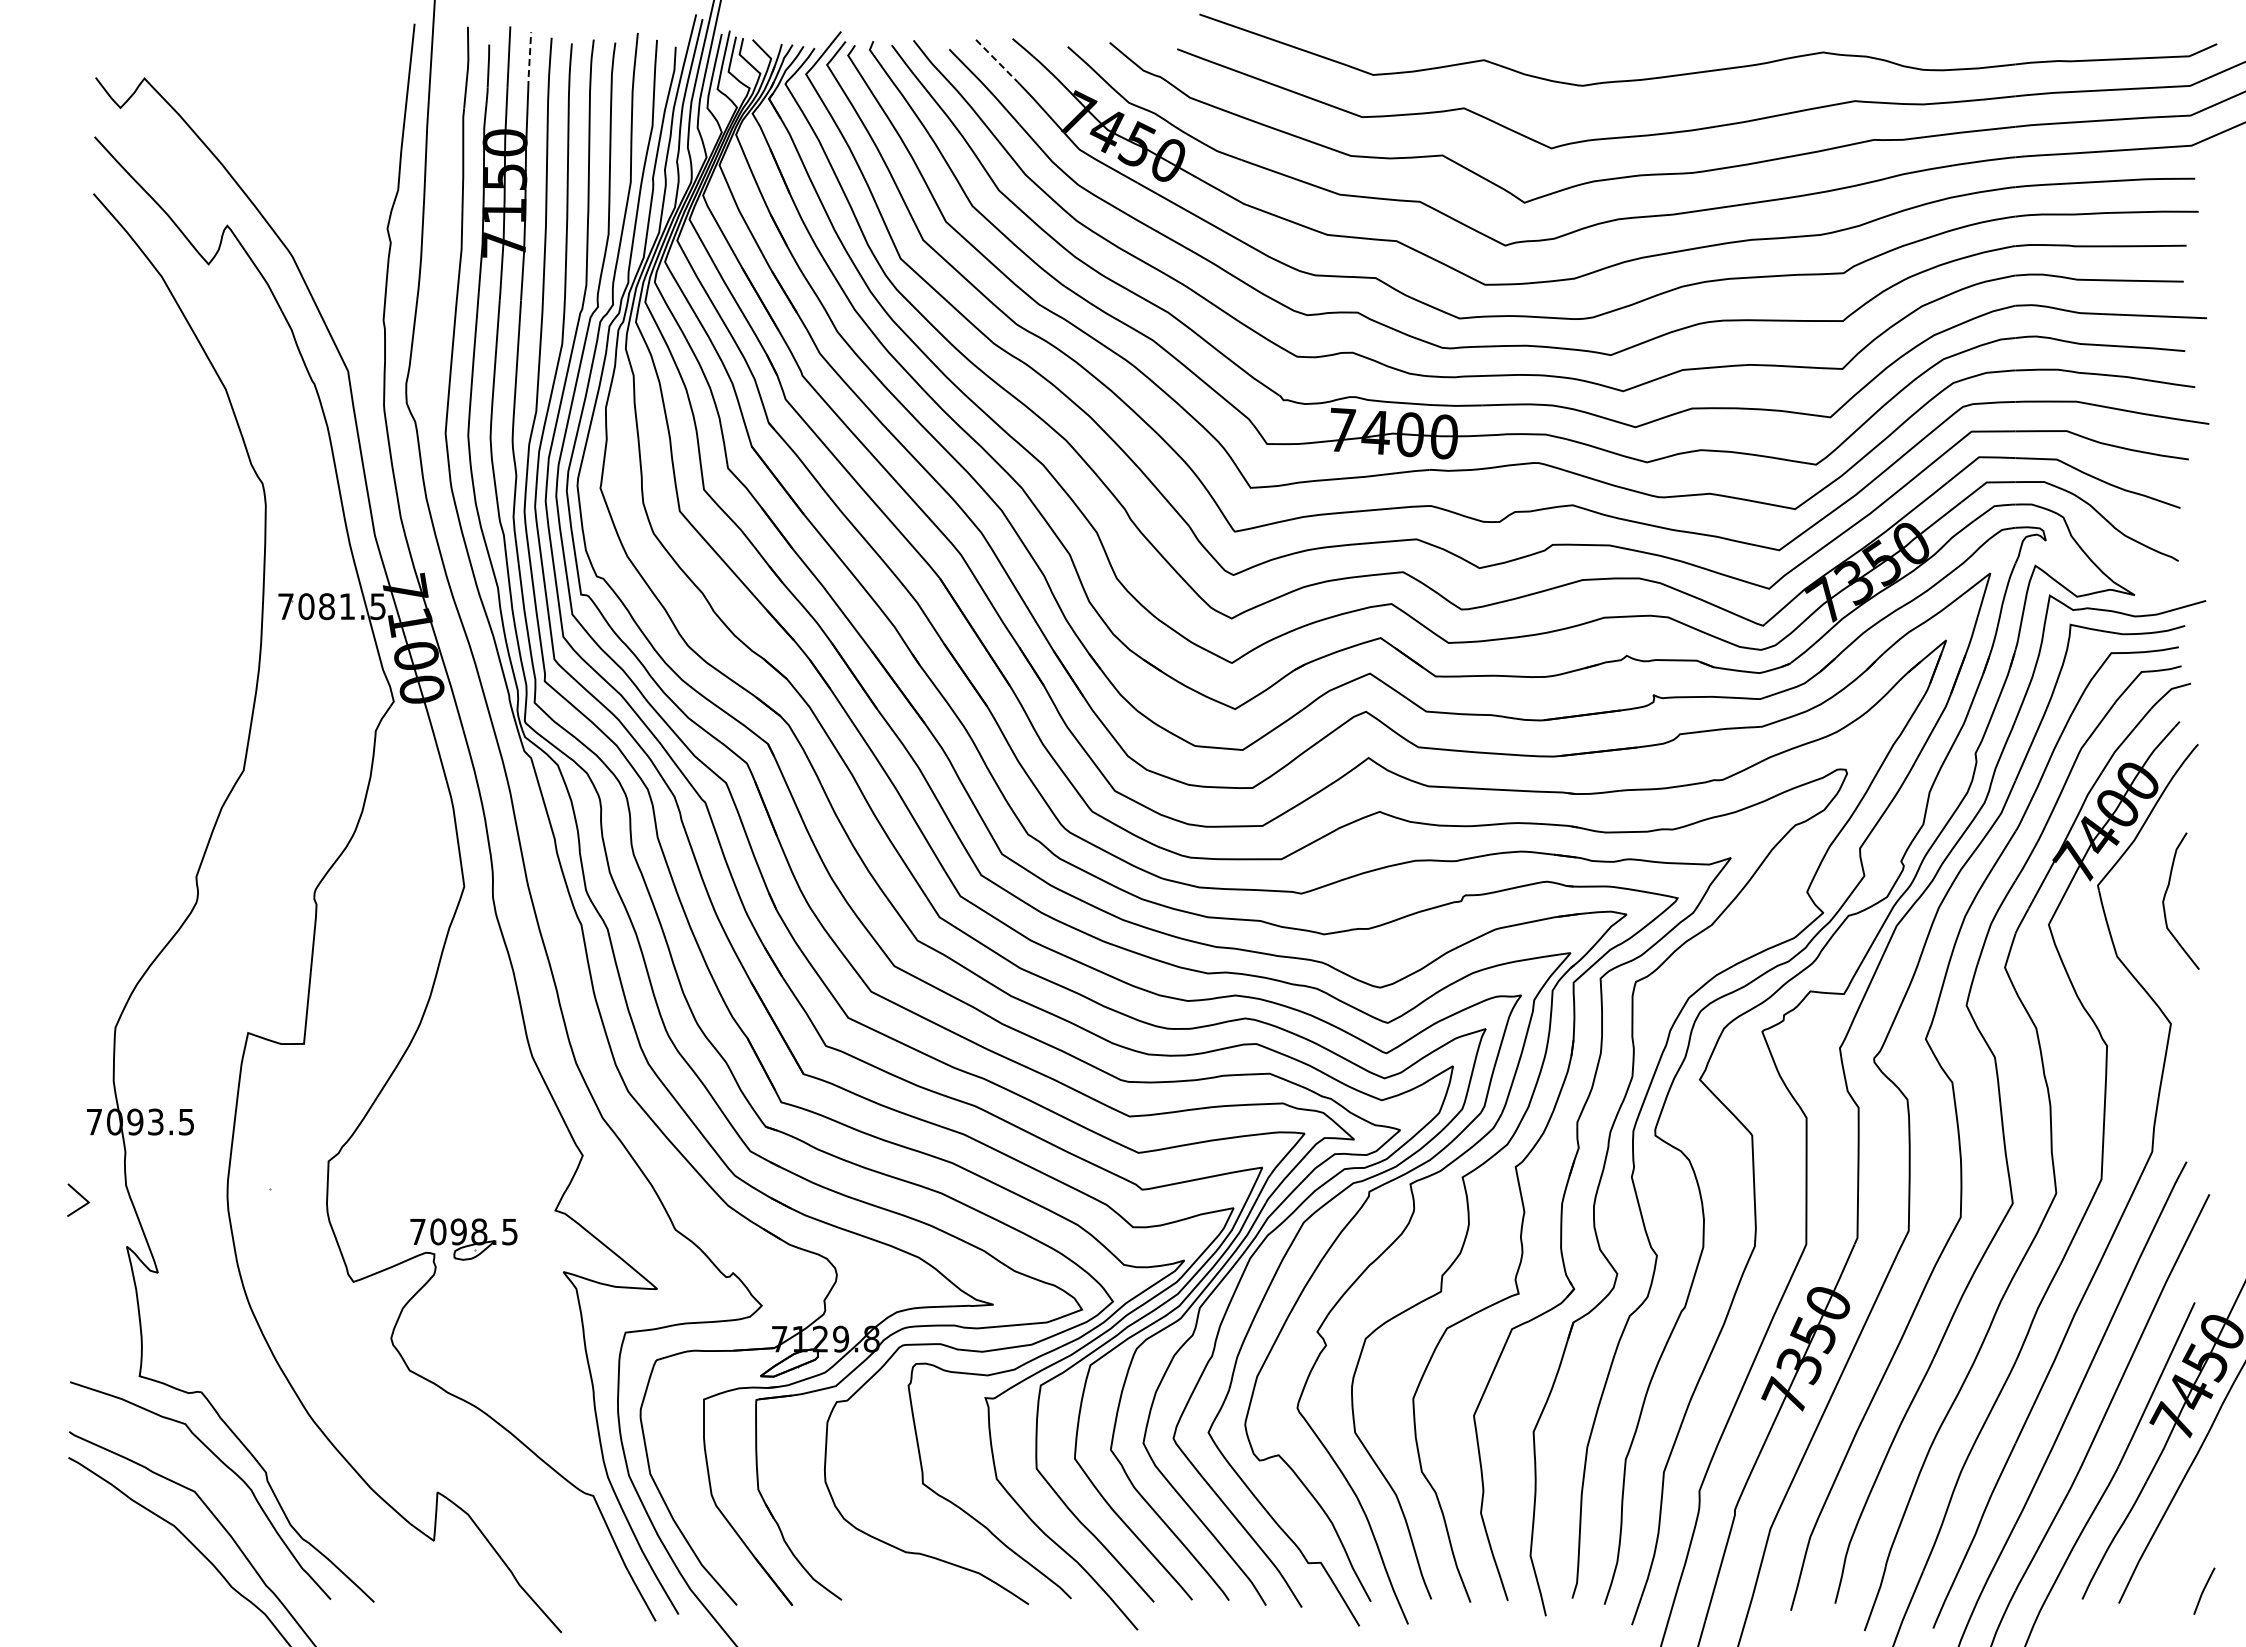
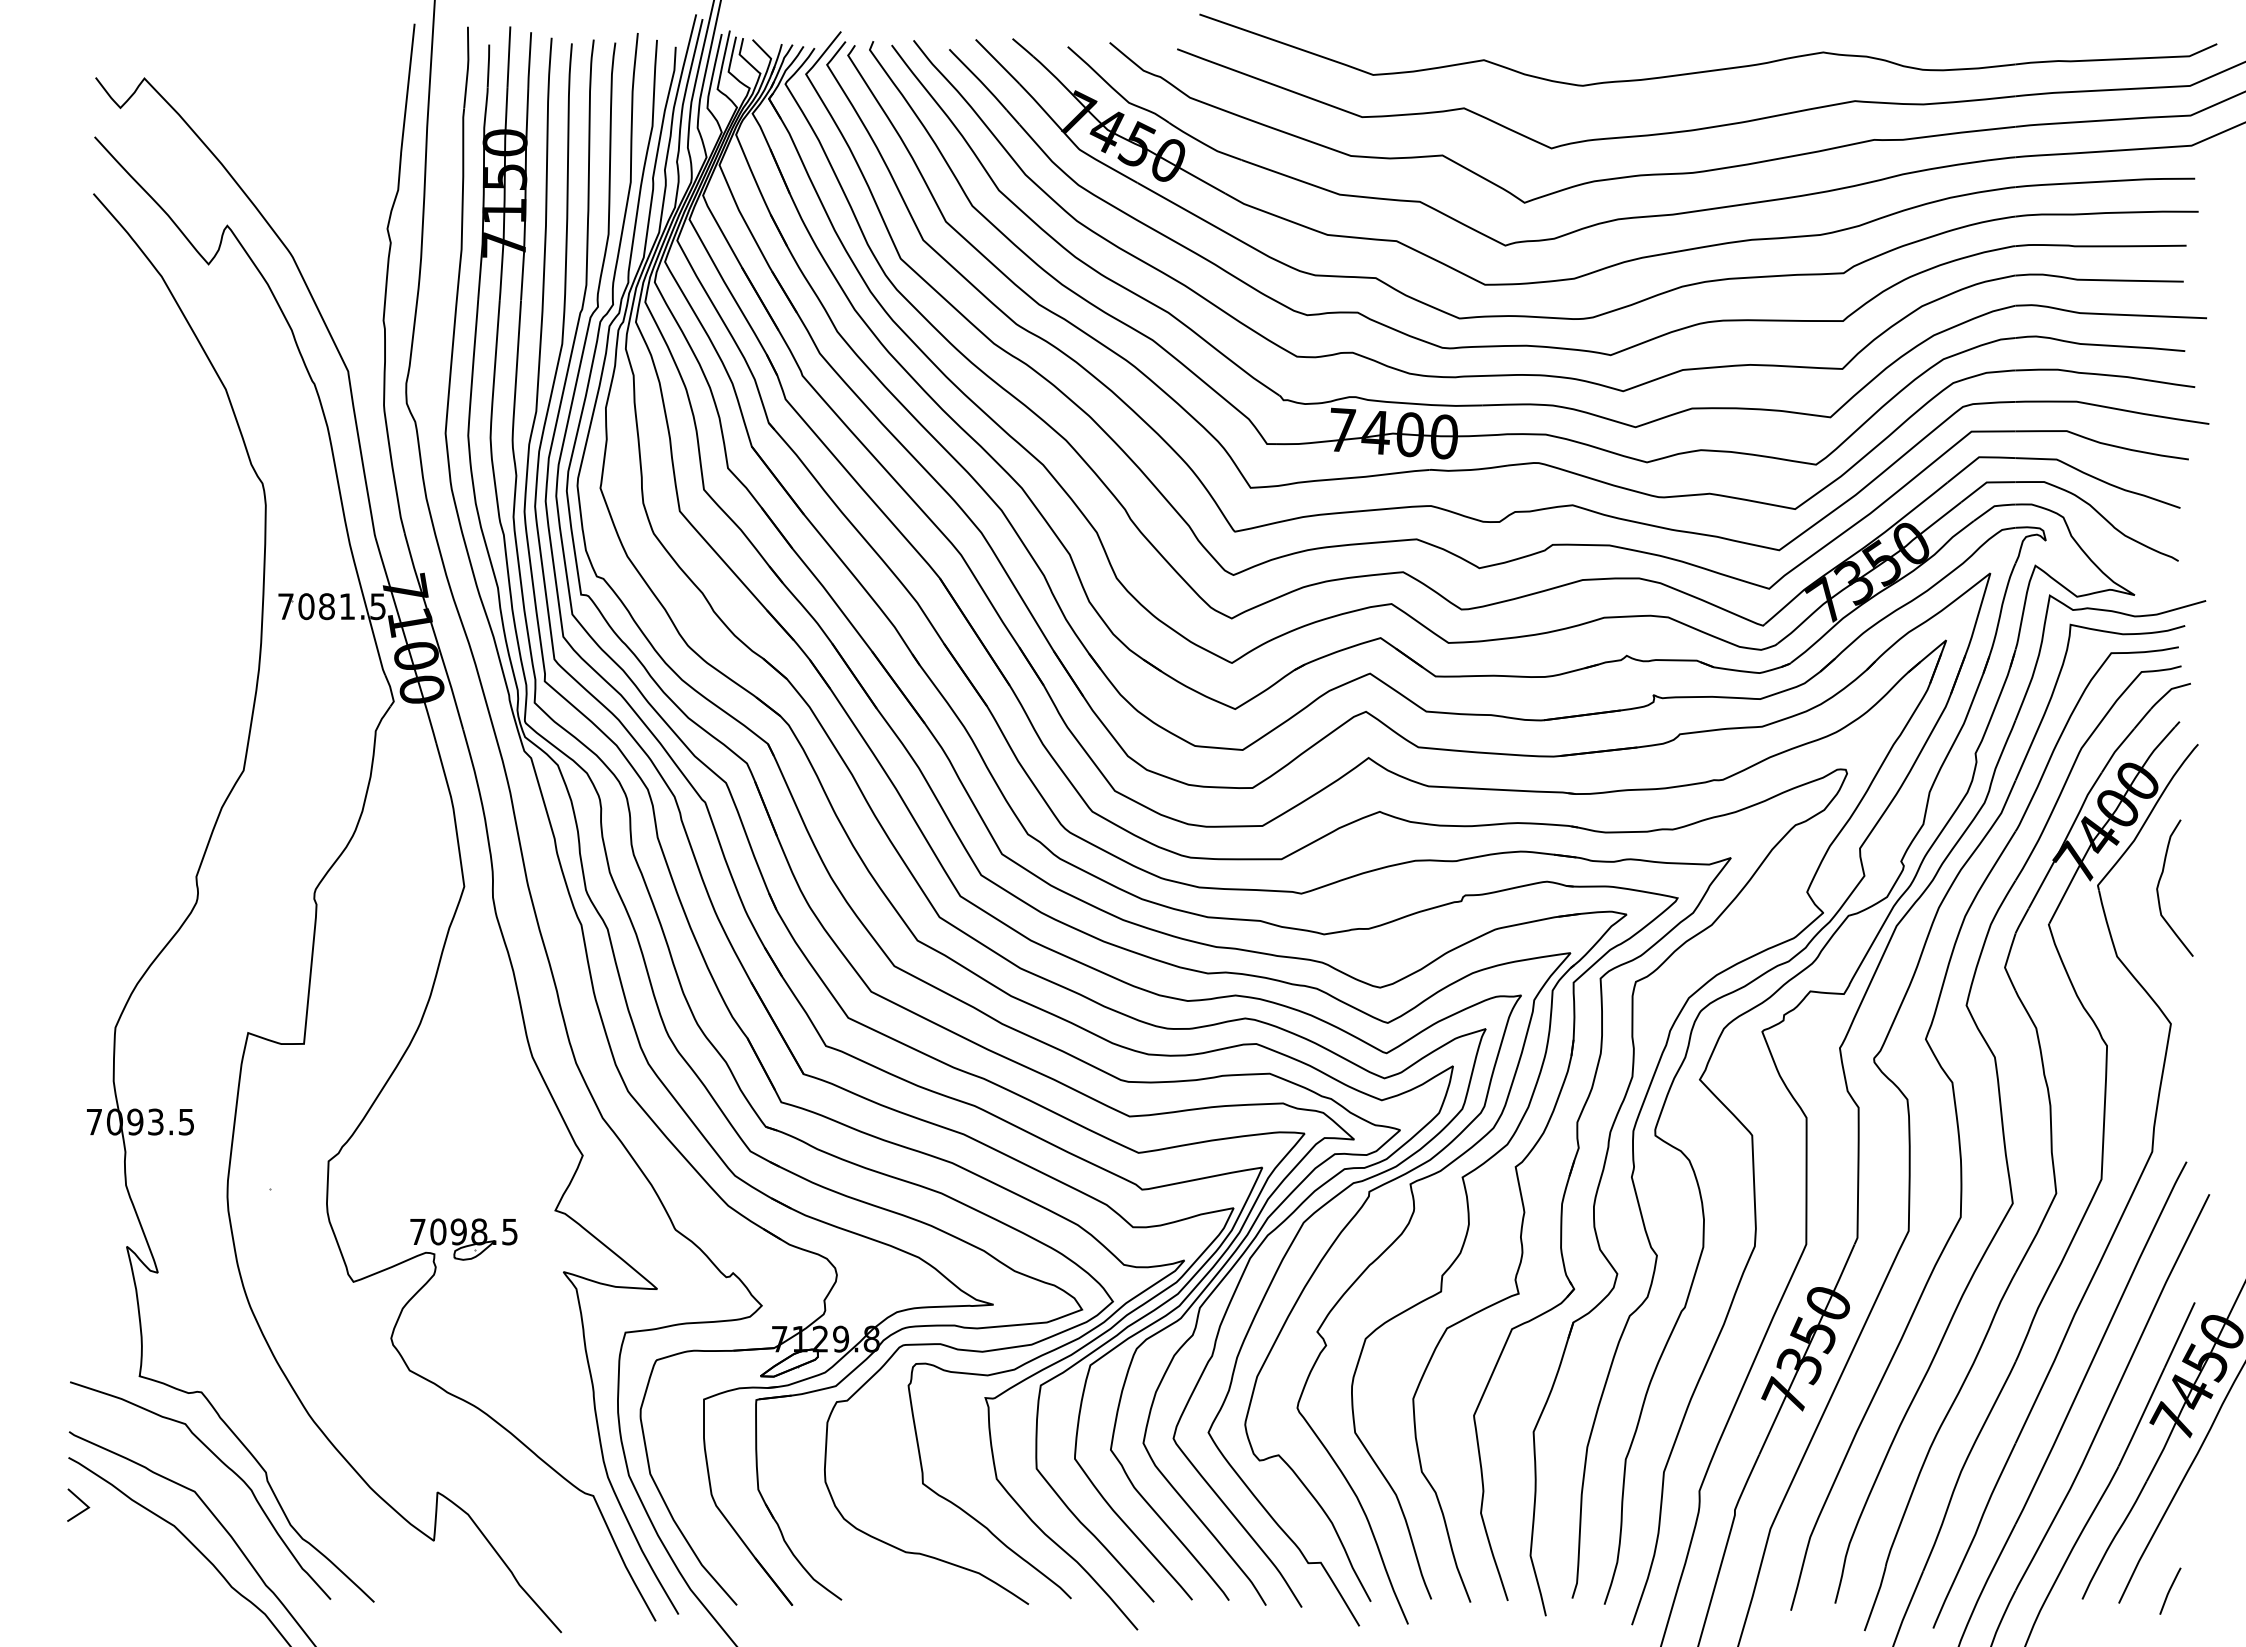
line at (529, 60): dashed -> solid
line at (998, 62): dashed -> solid
curve at (2166, 894) position: (2166, 894) -> (2160, 881)
line at (80, 1196) position: (80, 1196) -> (80, 1501)
line at (2204, 1590) position: (2204, 1590) -> (2170, 1590)
